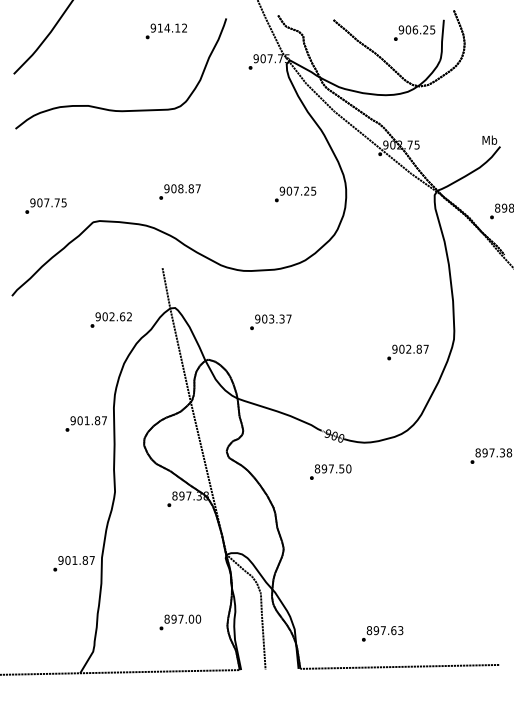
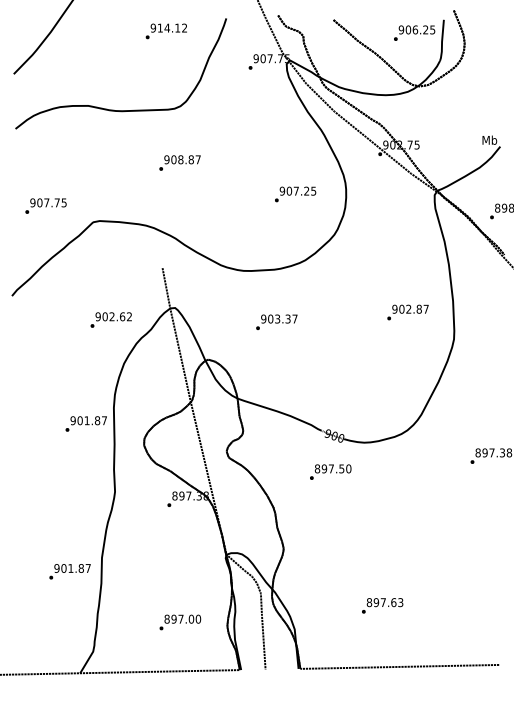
text at (179, 191) position: (179, 191) -> (179, 162)
text at (270, 321) position: (270, 321) -> (276, 321)
text at (407, 352) position: (407, 352) -> (407, 312)
text at (73, 563) position: (73, 563) -> (69, 571)
text at (382, 633) position: (382, 633) -> (382, 605)
